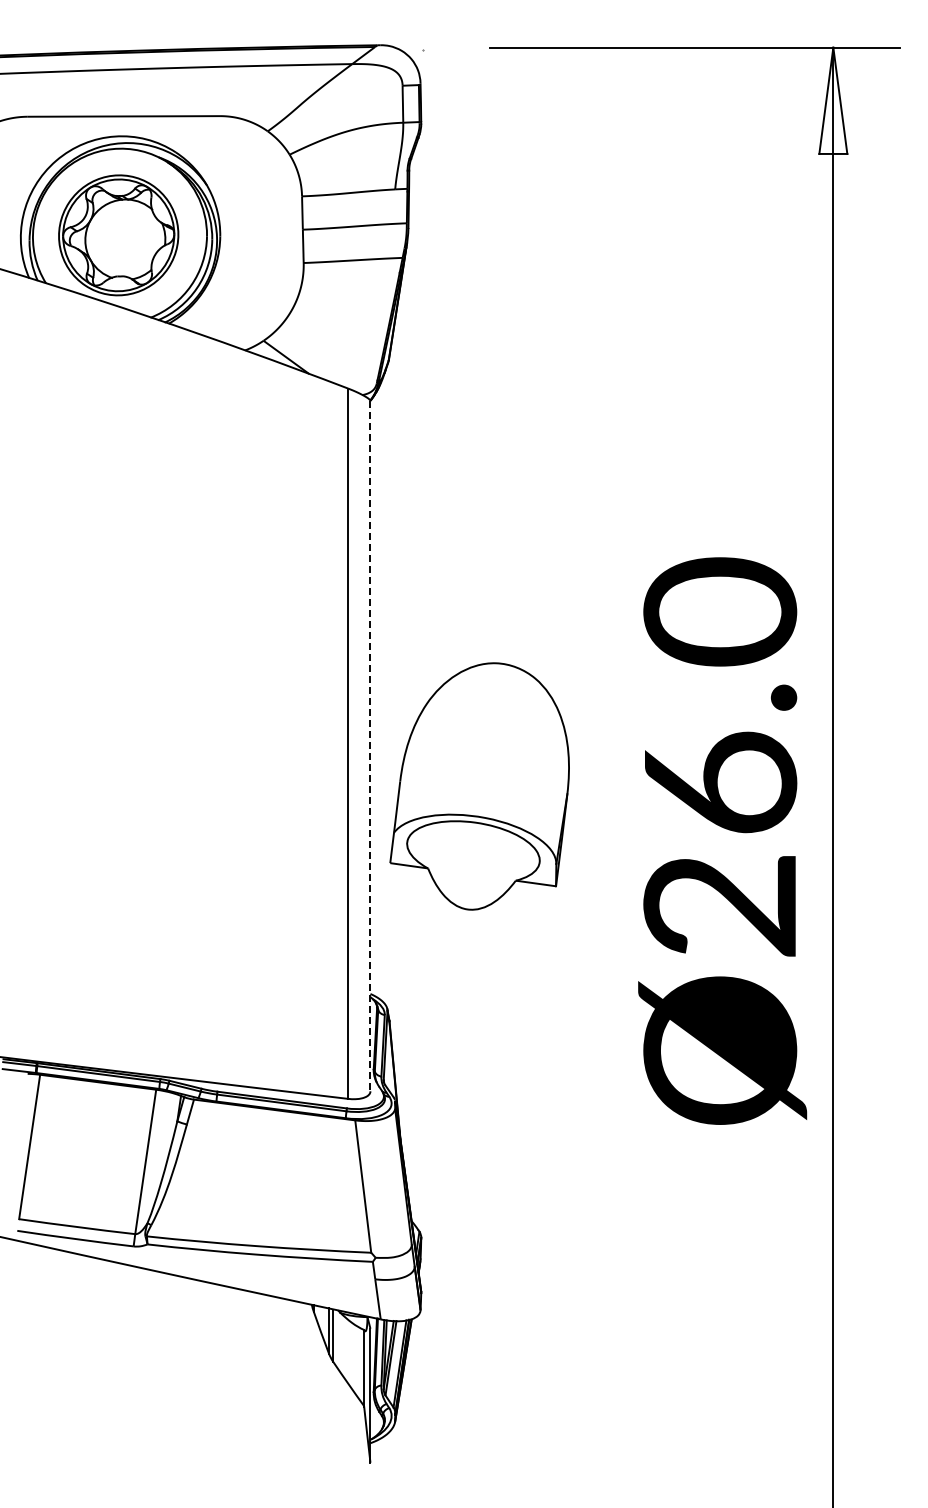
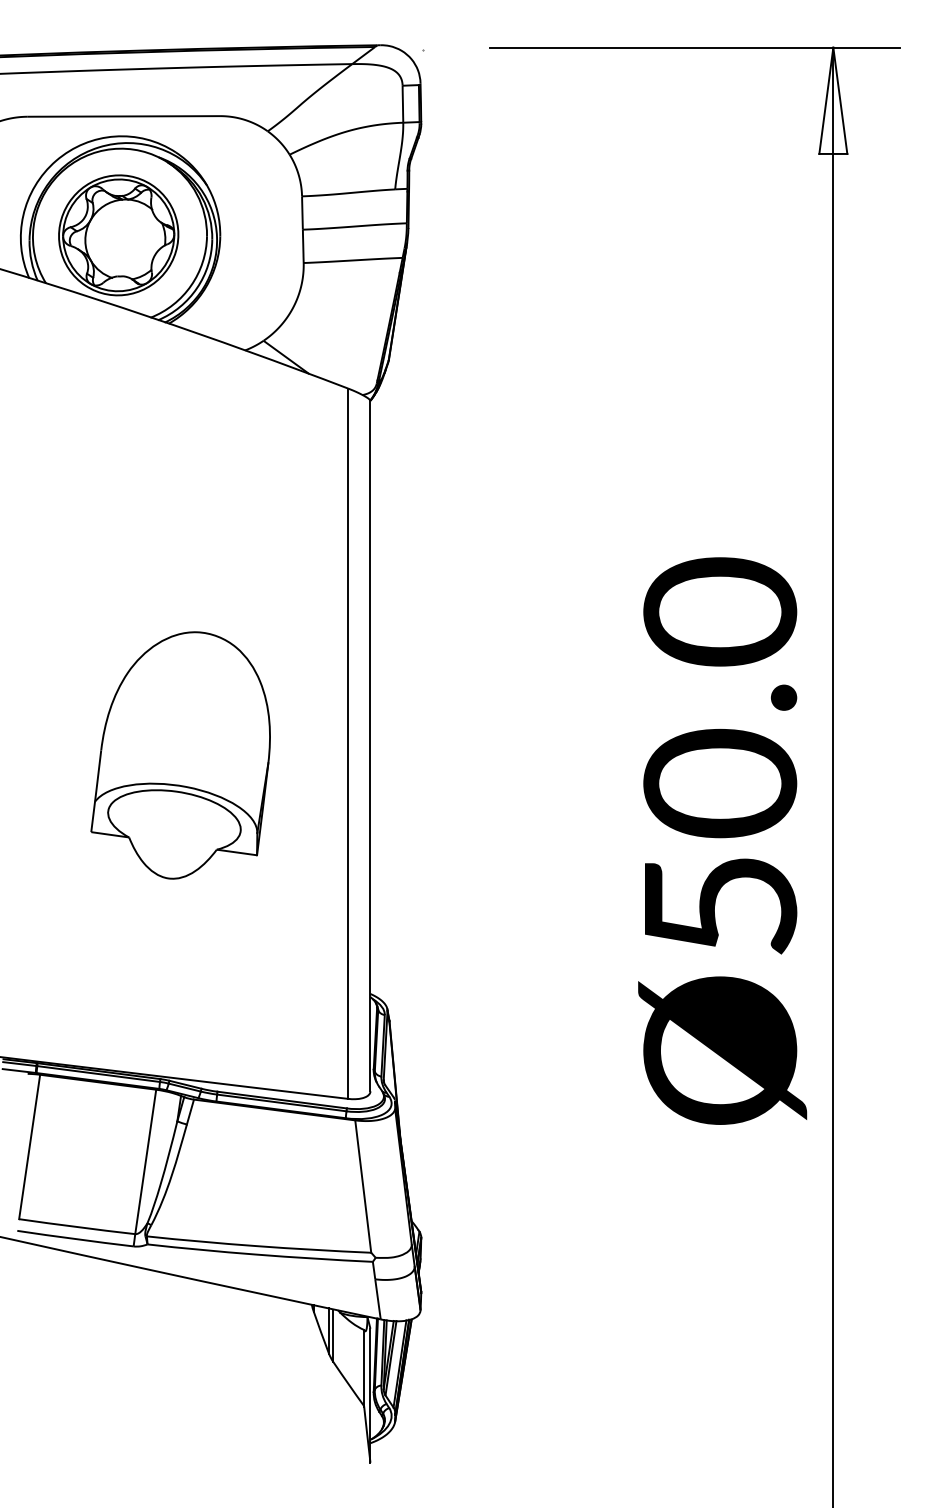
line at (370, 746): dashed -> solid
part at (479, 786) position: (479, 786) -> (180, 755)
text at (720, 842): Ø26.0 -> Ø50.0
